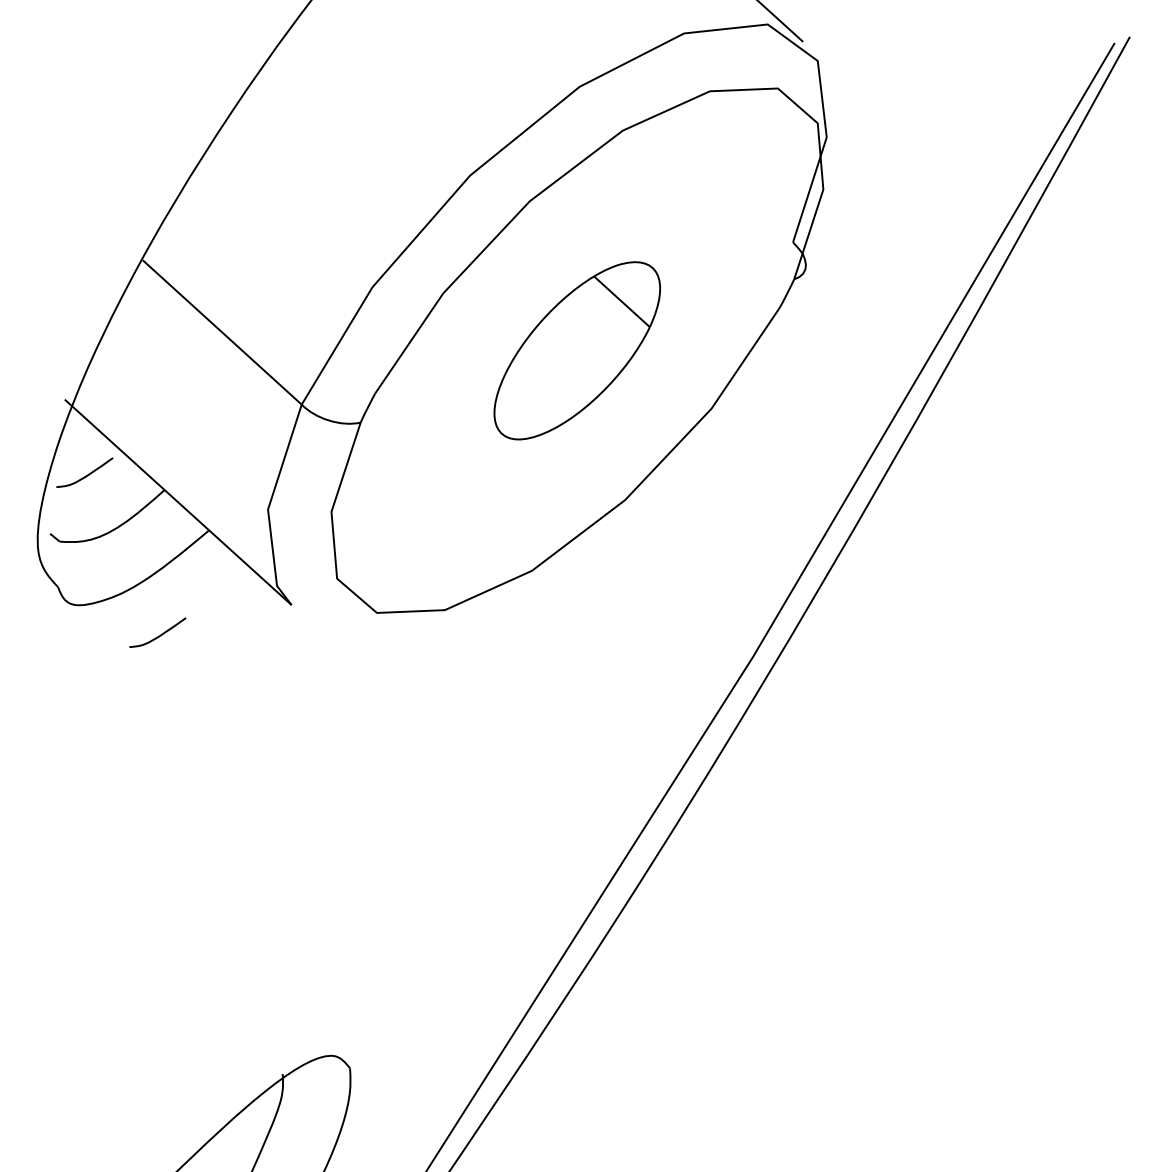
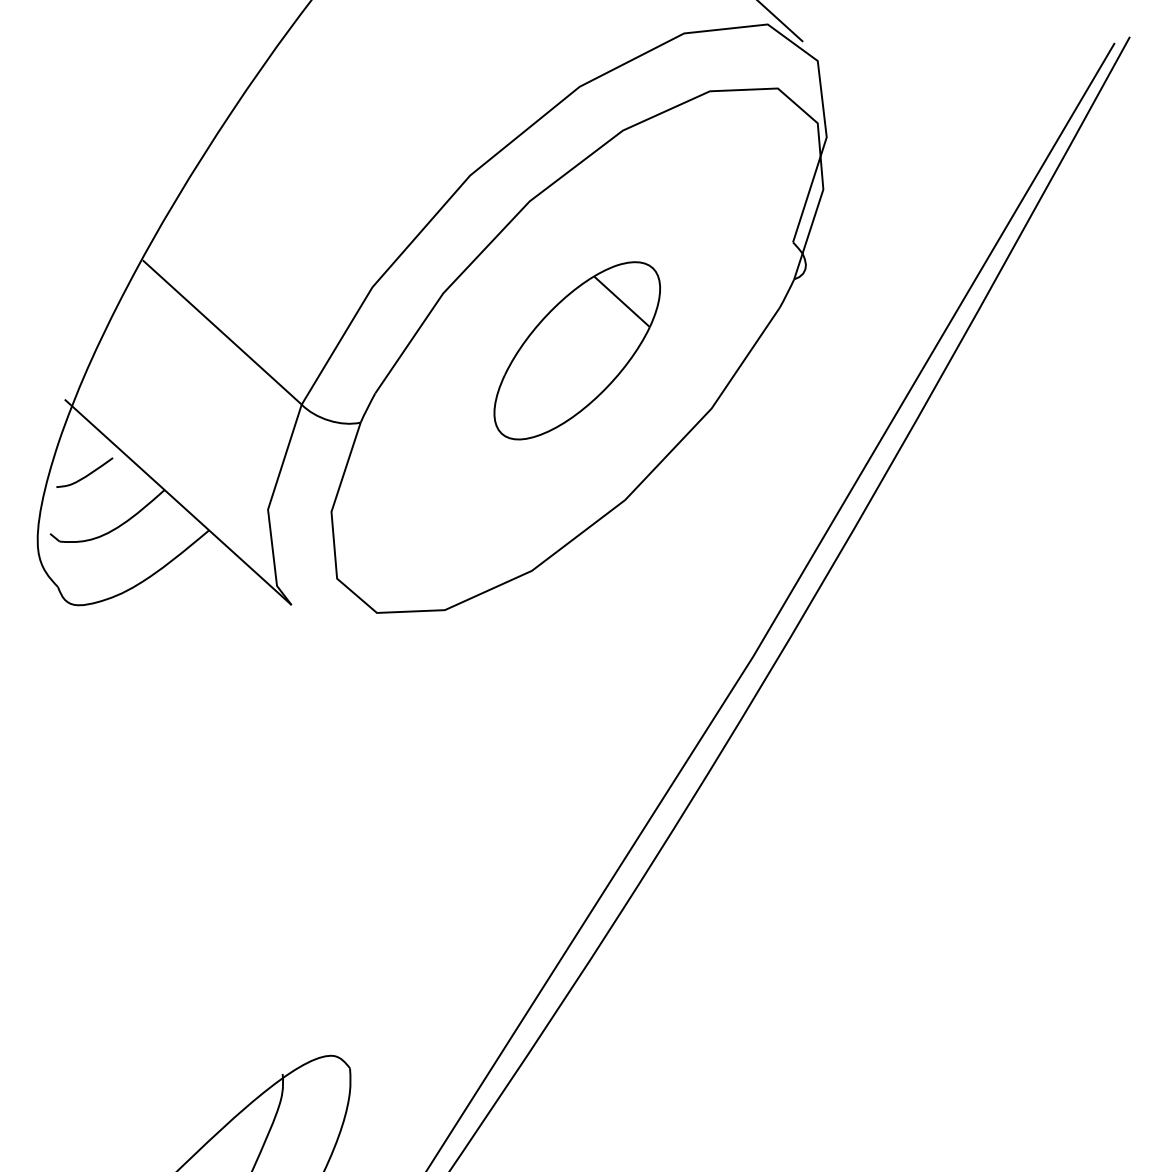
part at (157, 632): present -> none
